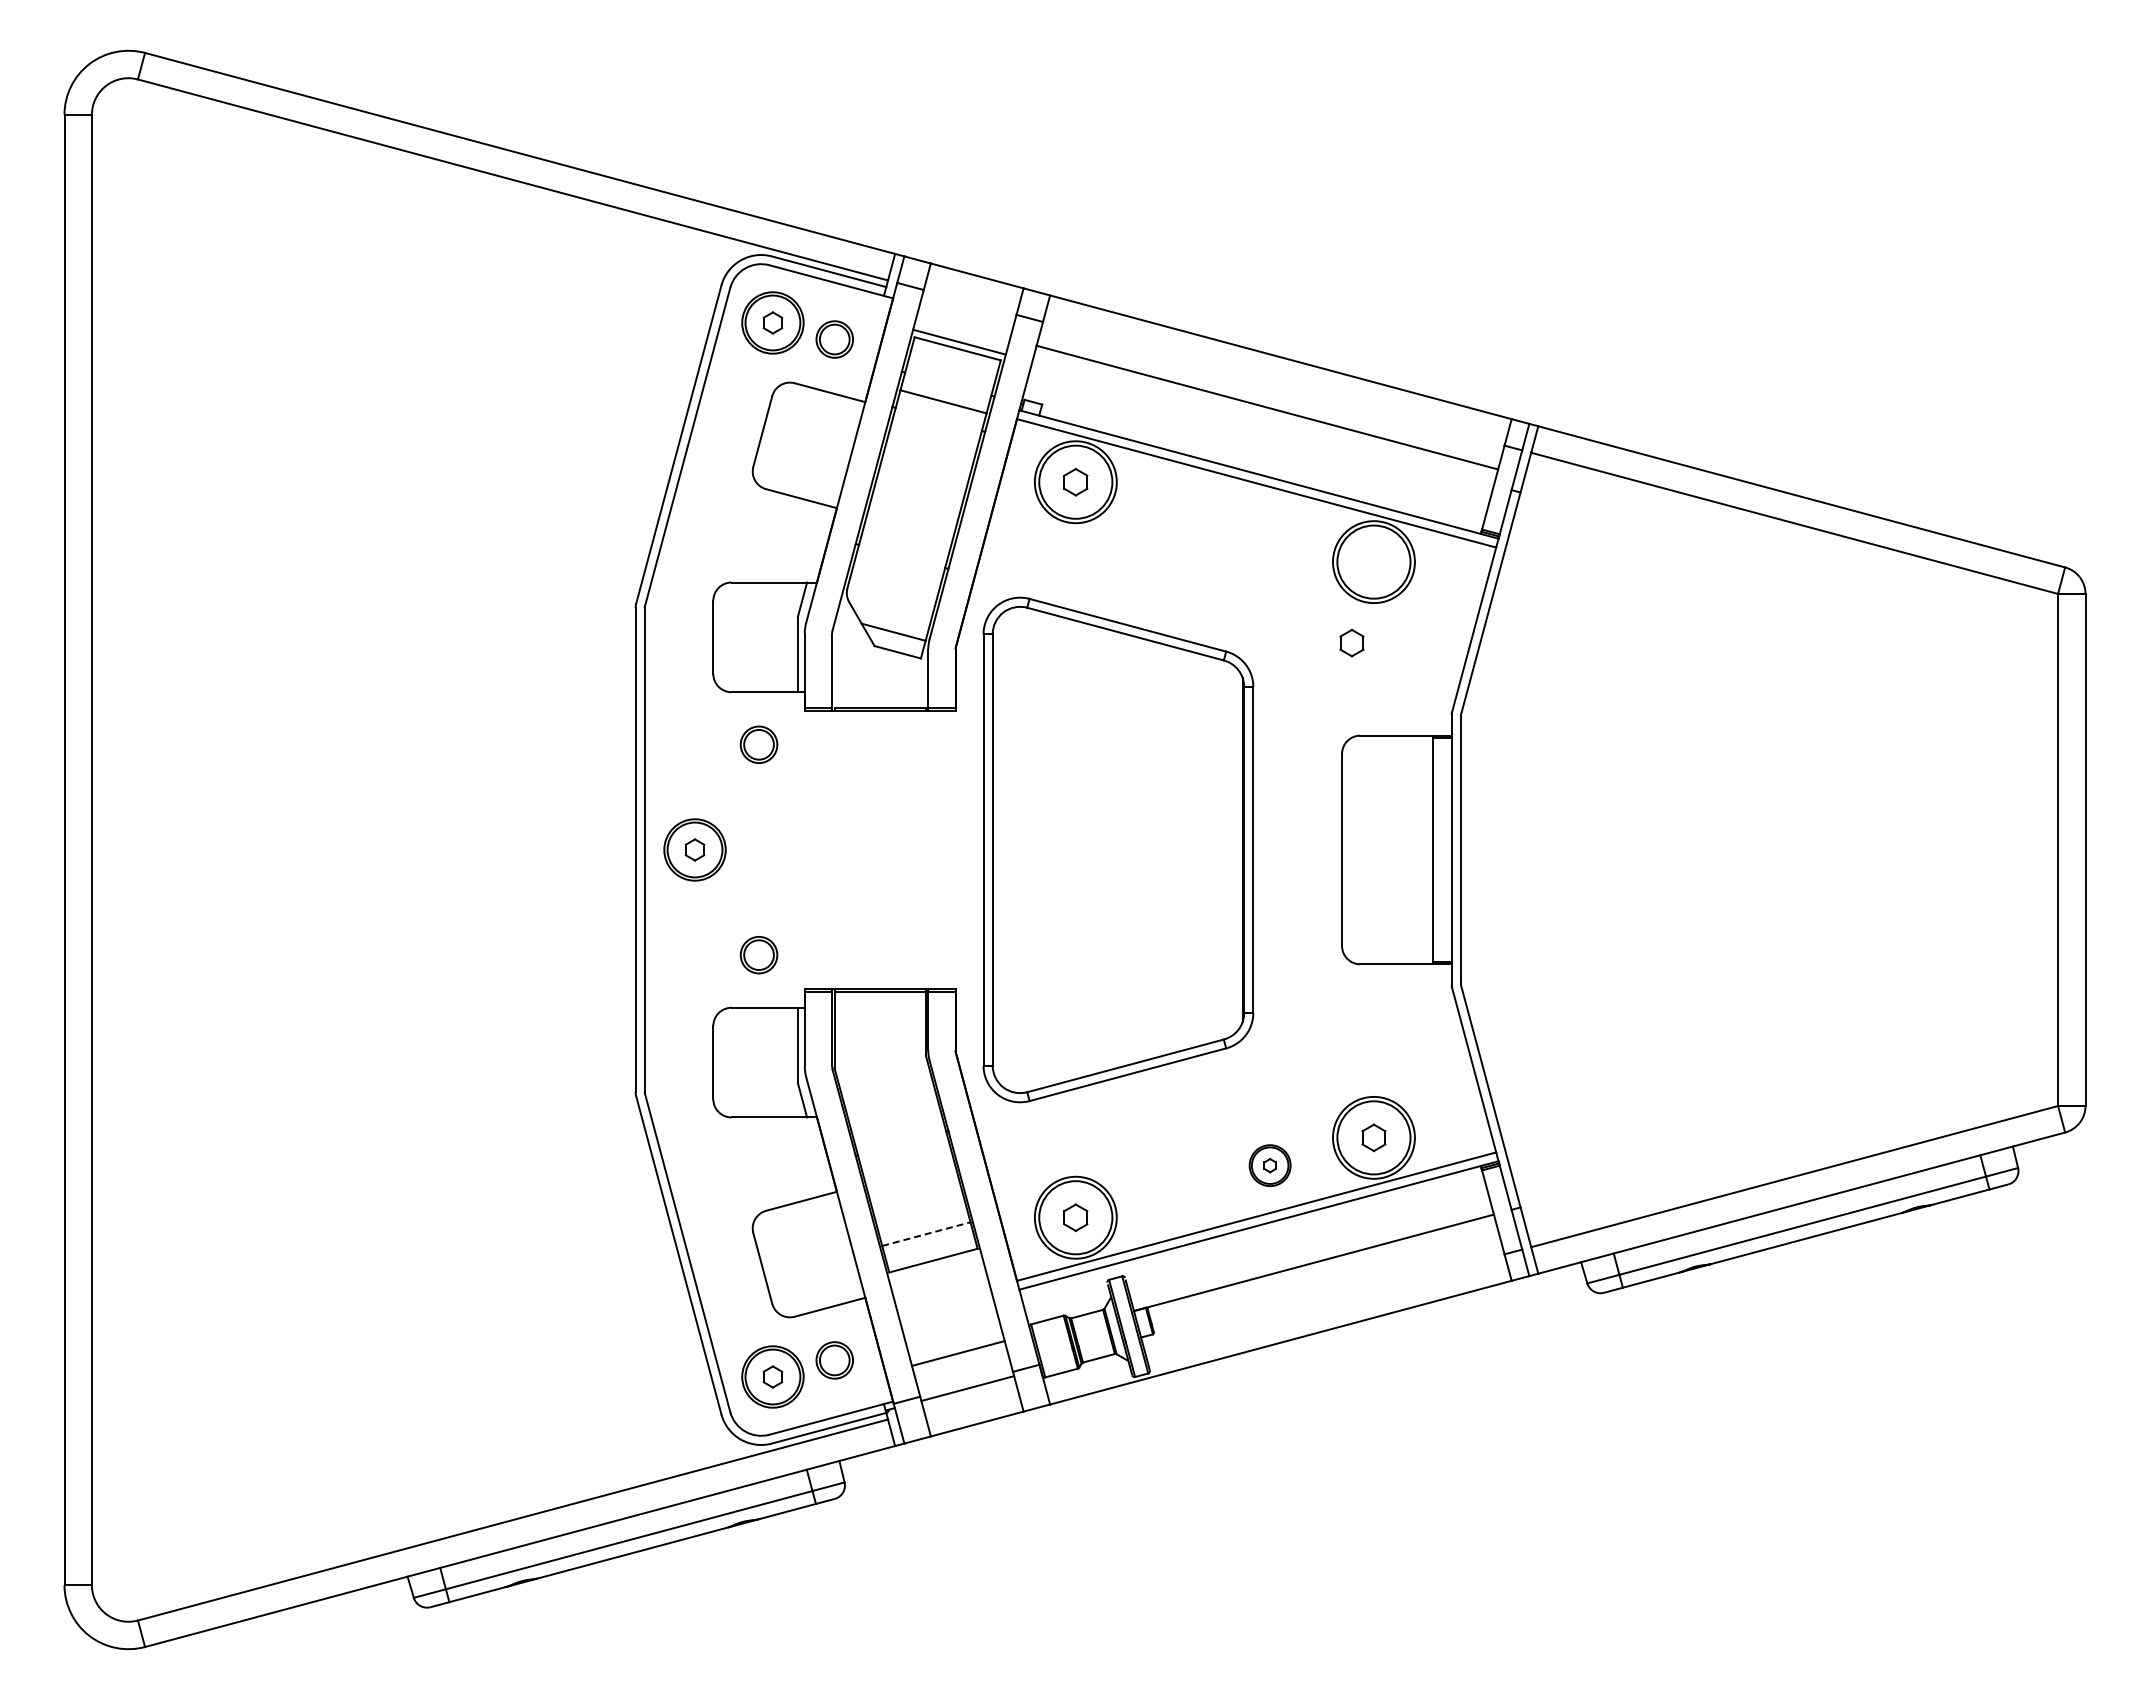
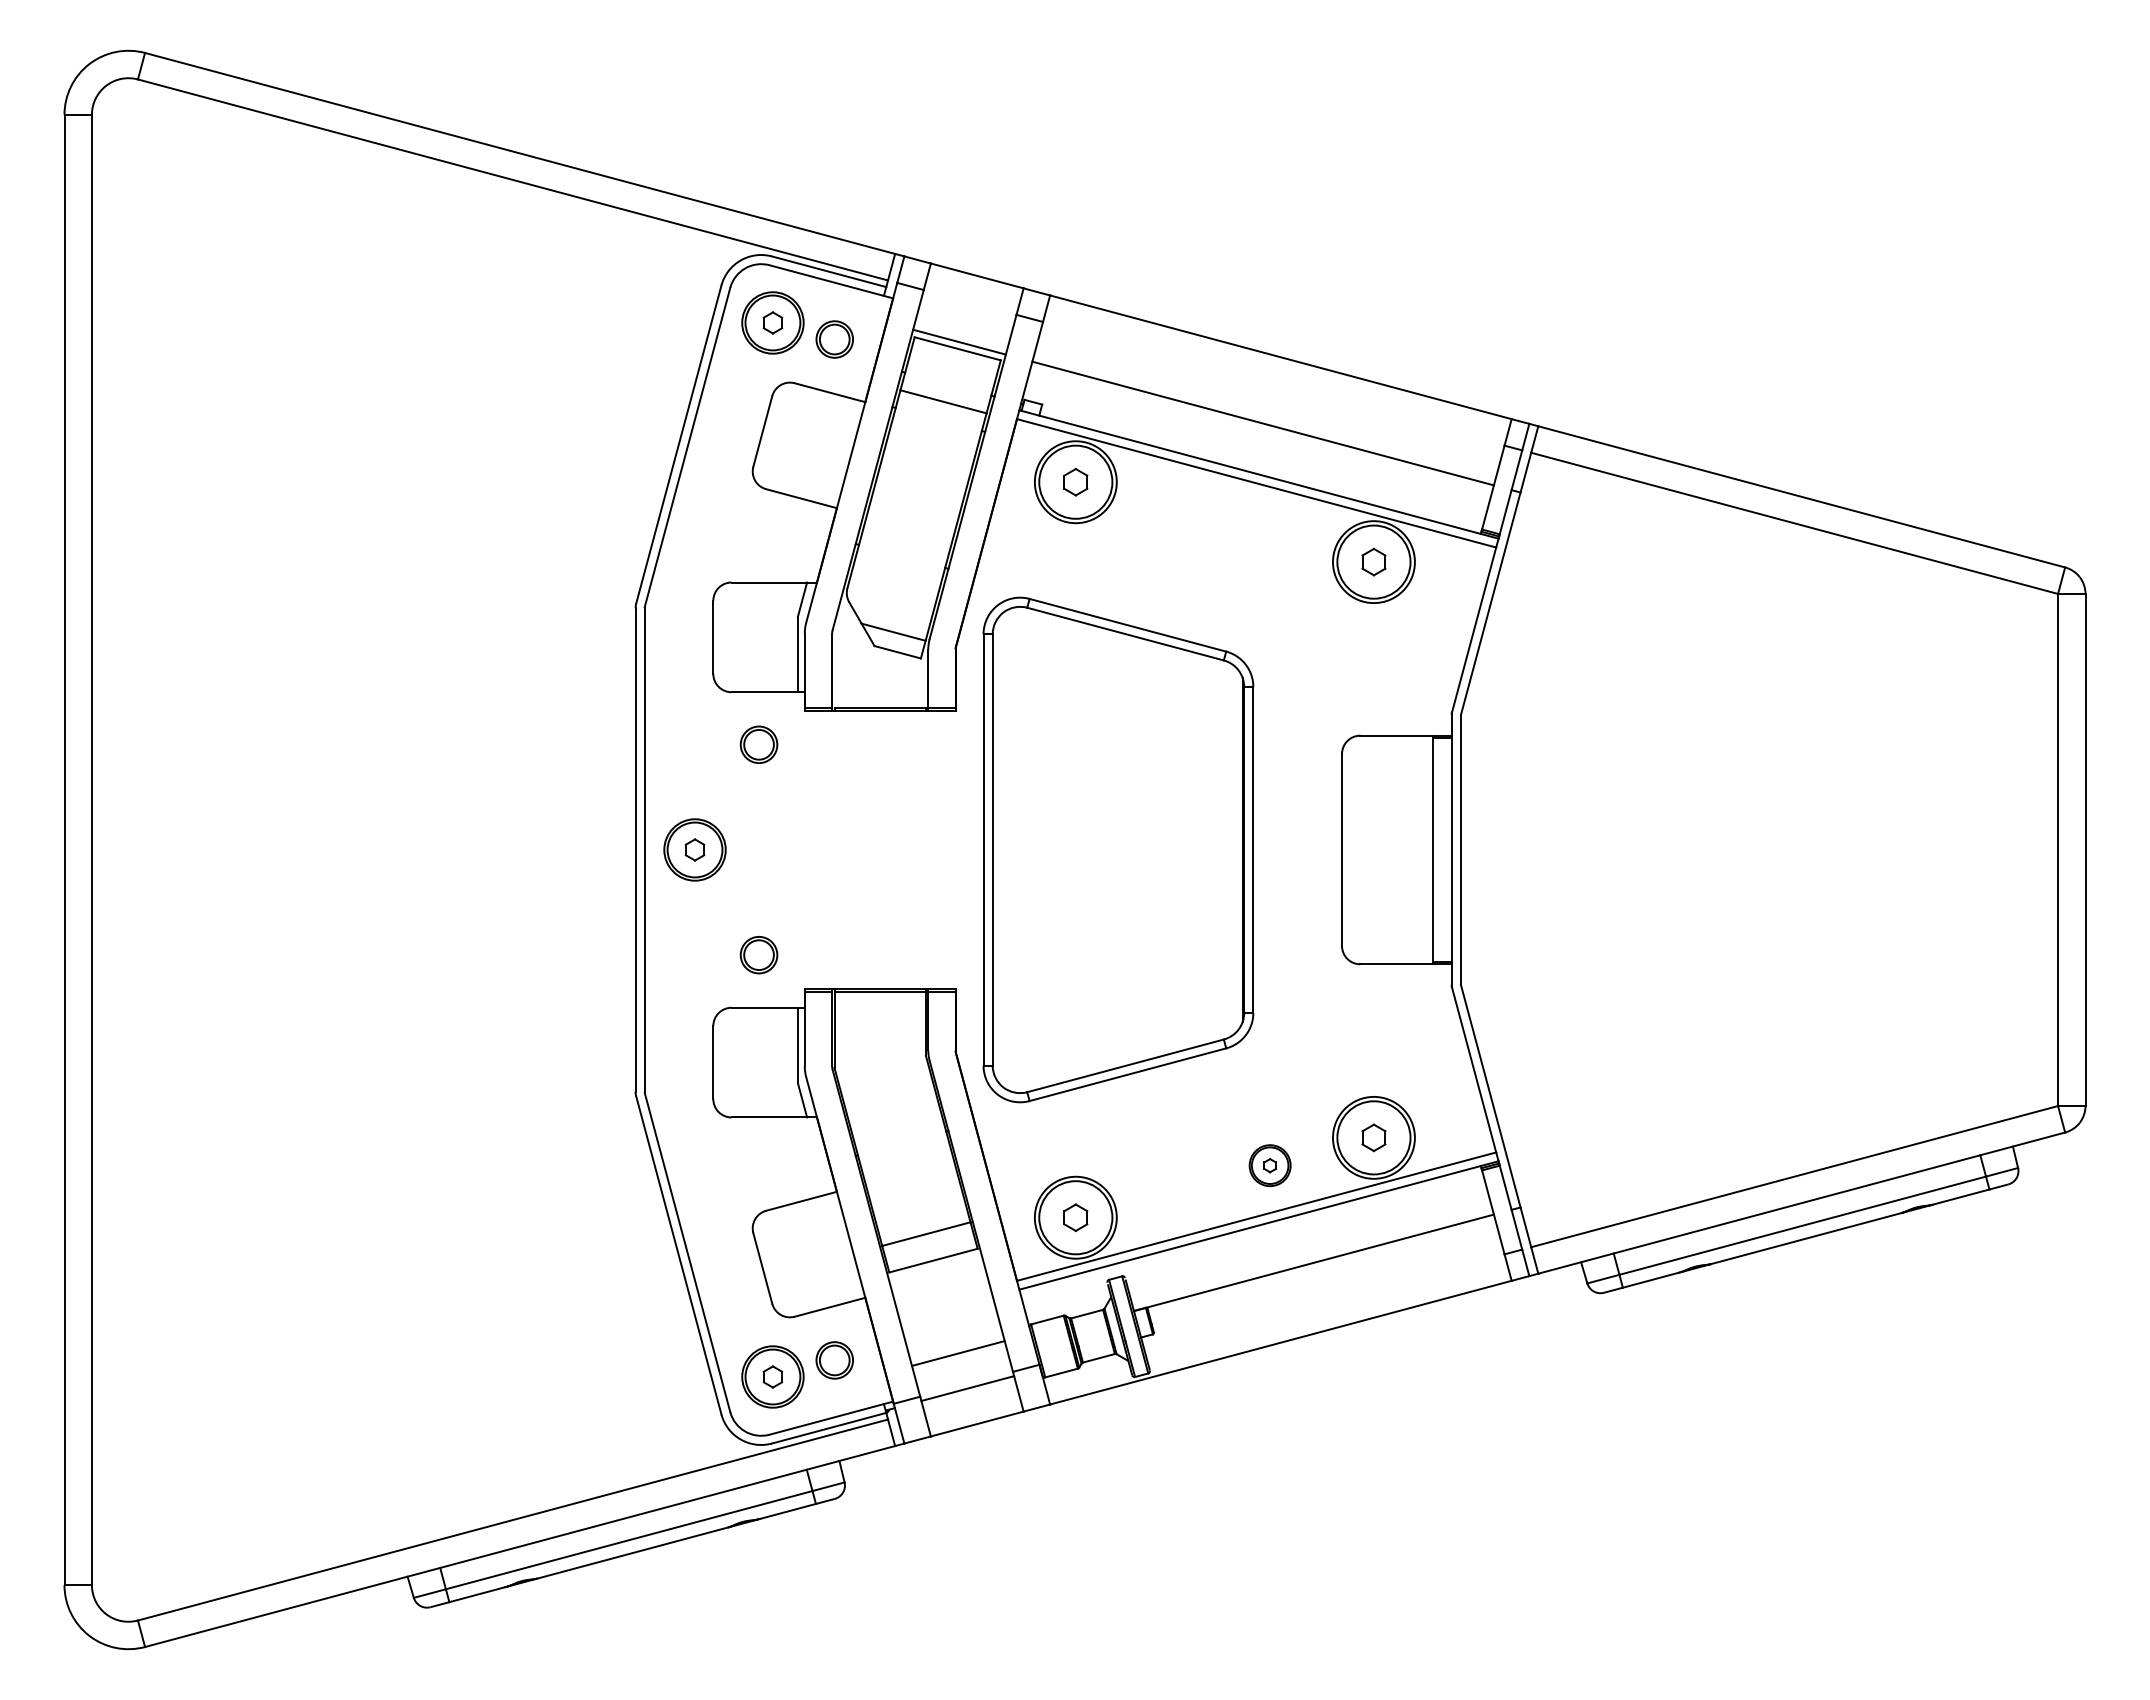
line at (1266, 407) position: (1266, 407) -> (1262, 423)
part at (1351, 642) position: (1351, 642) -> (1373, 561)
line at (926, 1234): dashed -> solid
